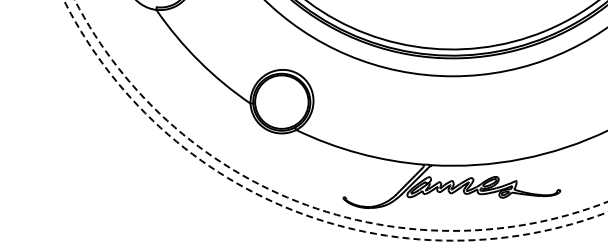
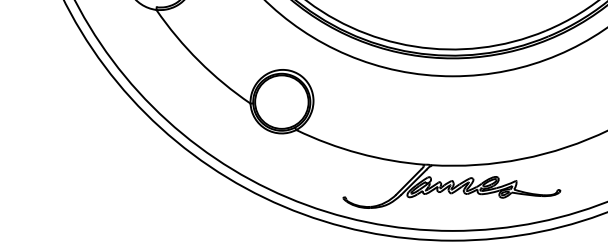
circle at (341, 115): dashed -> solid
circle at (335, 120): dashed -> solid
